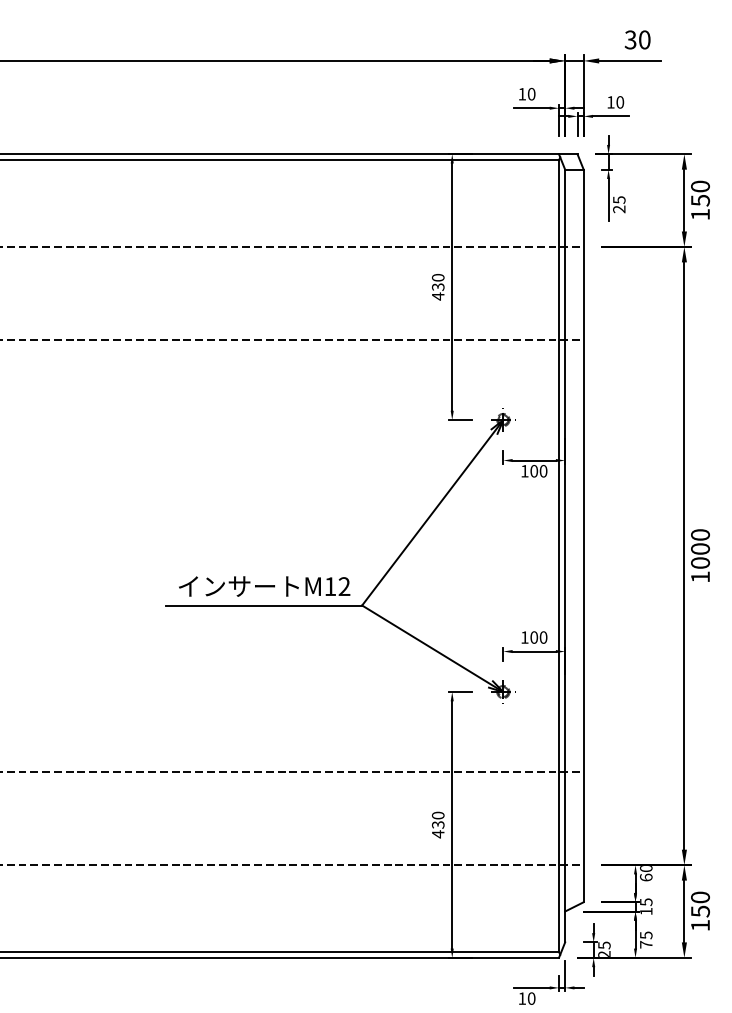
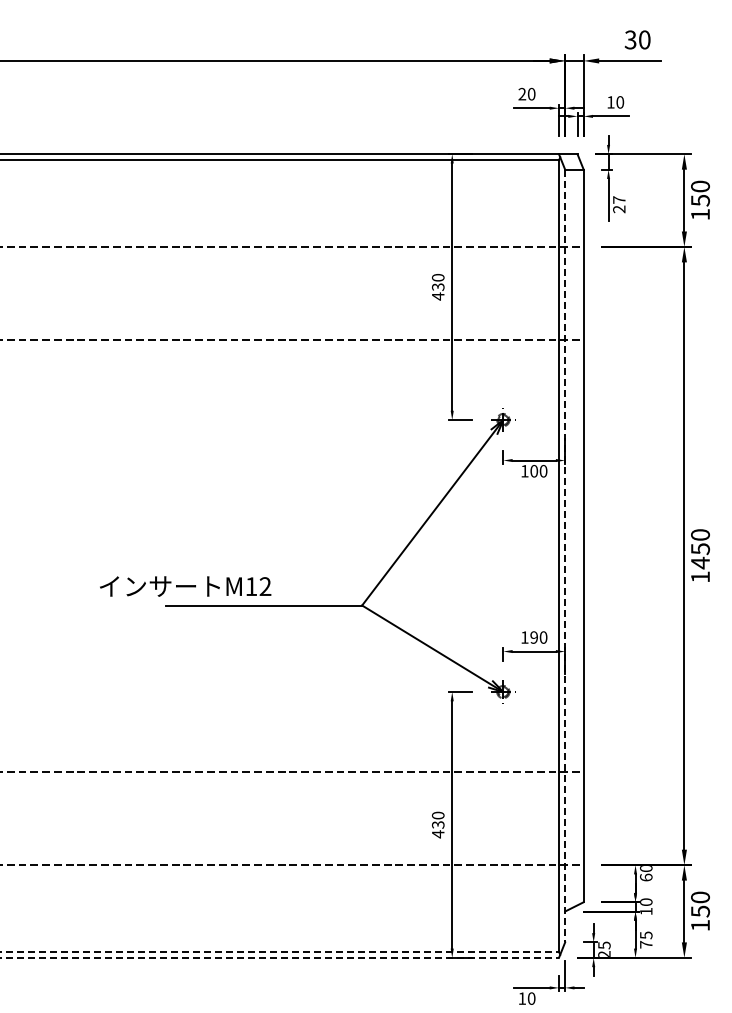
text at (522, 93): 10 -> 20
text at (619, 199): 25 -> 27
line at (565, 556): solid -> dashed
text at (700, 556): 1000 -> 1450
text at (264, 586) position: (264, 586) -> (185, 586)
text at (534, 637): 100 -> 190
text at (646, 902): 15 -> 10
line at (280, 951): solid -> dashed
line at (280, 957): solid -> dashed
